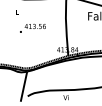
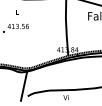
text at (32, 28) position: (32, 28) -> (15, 28)
